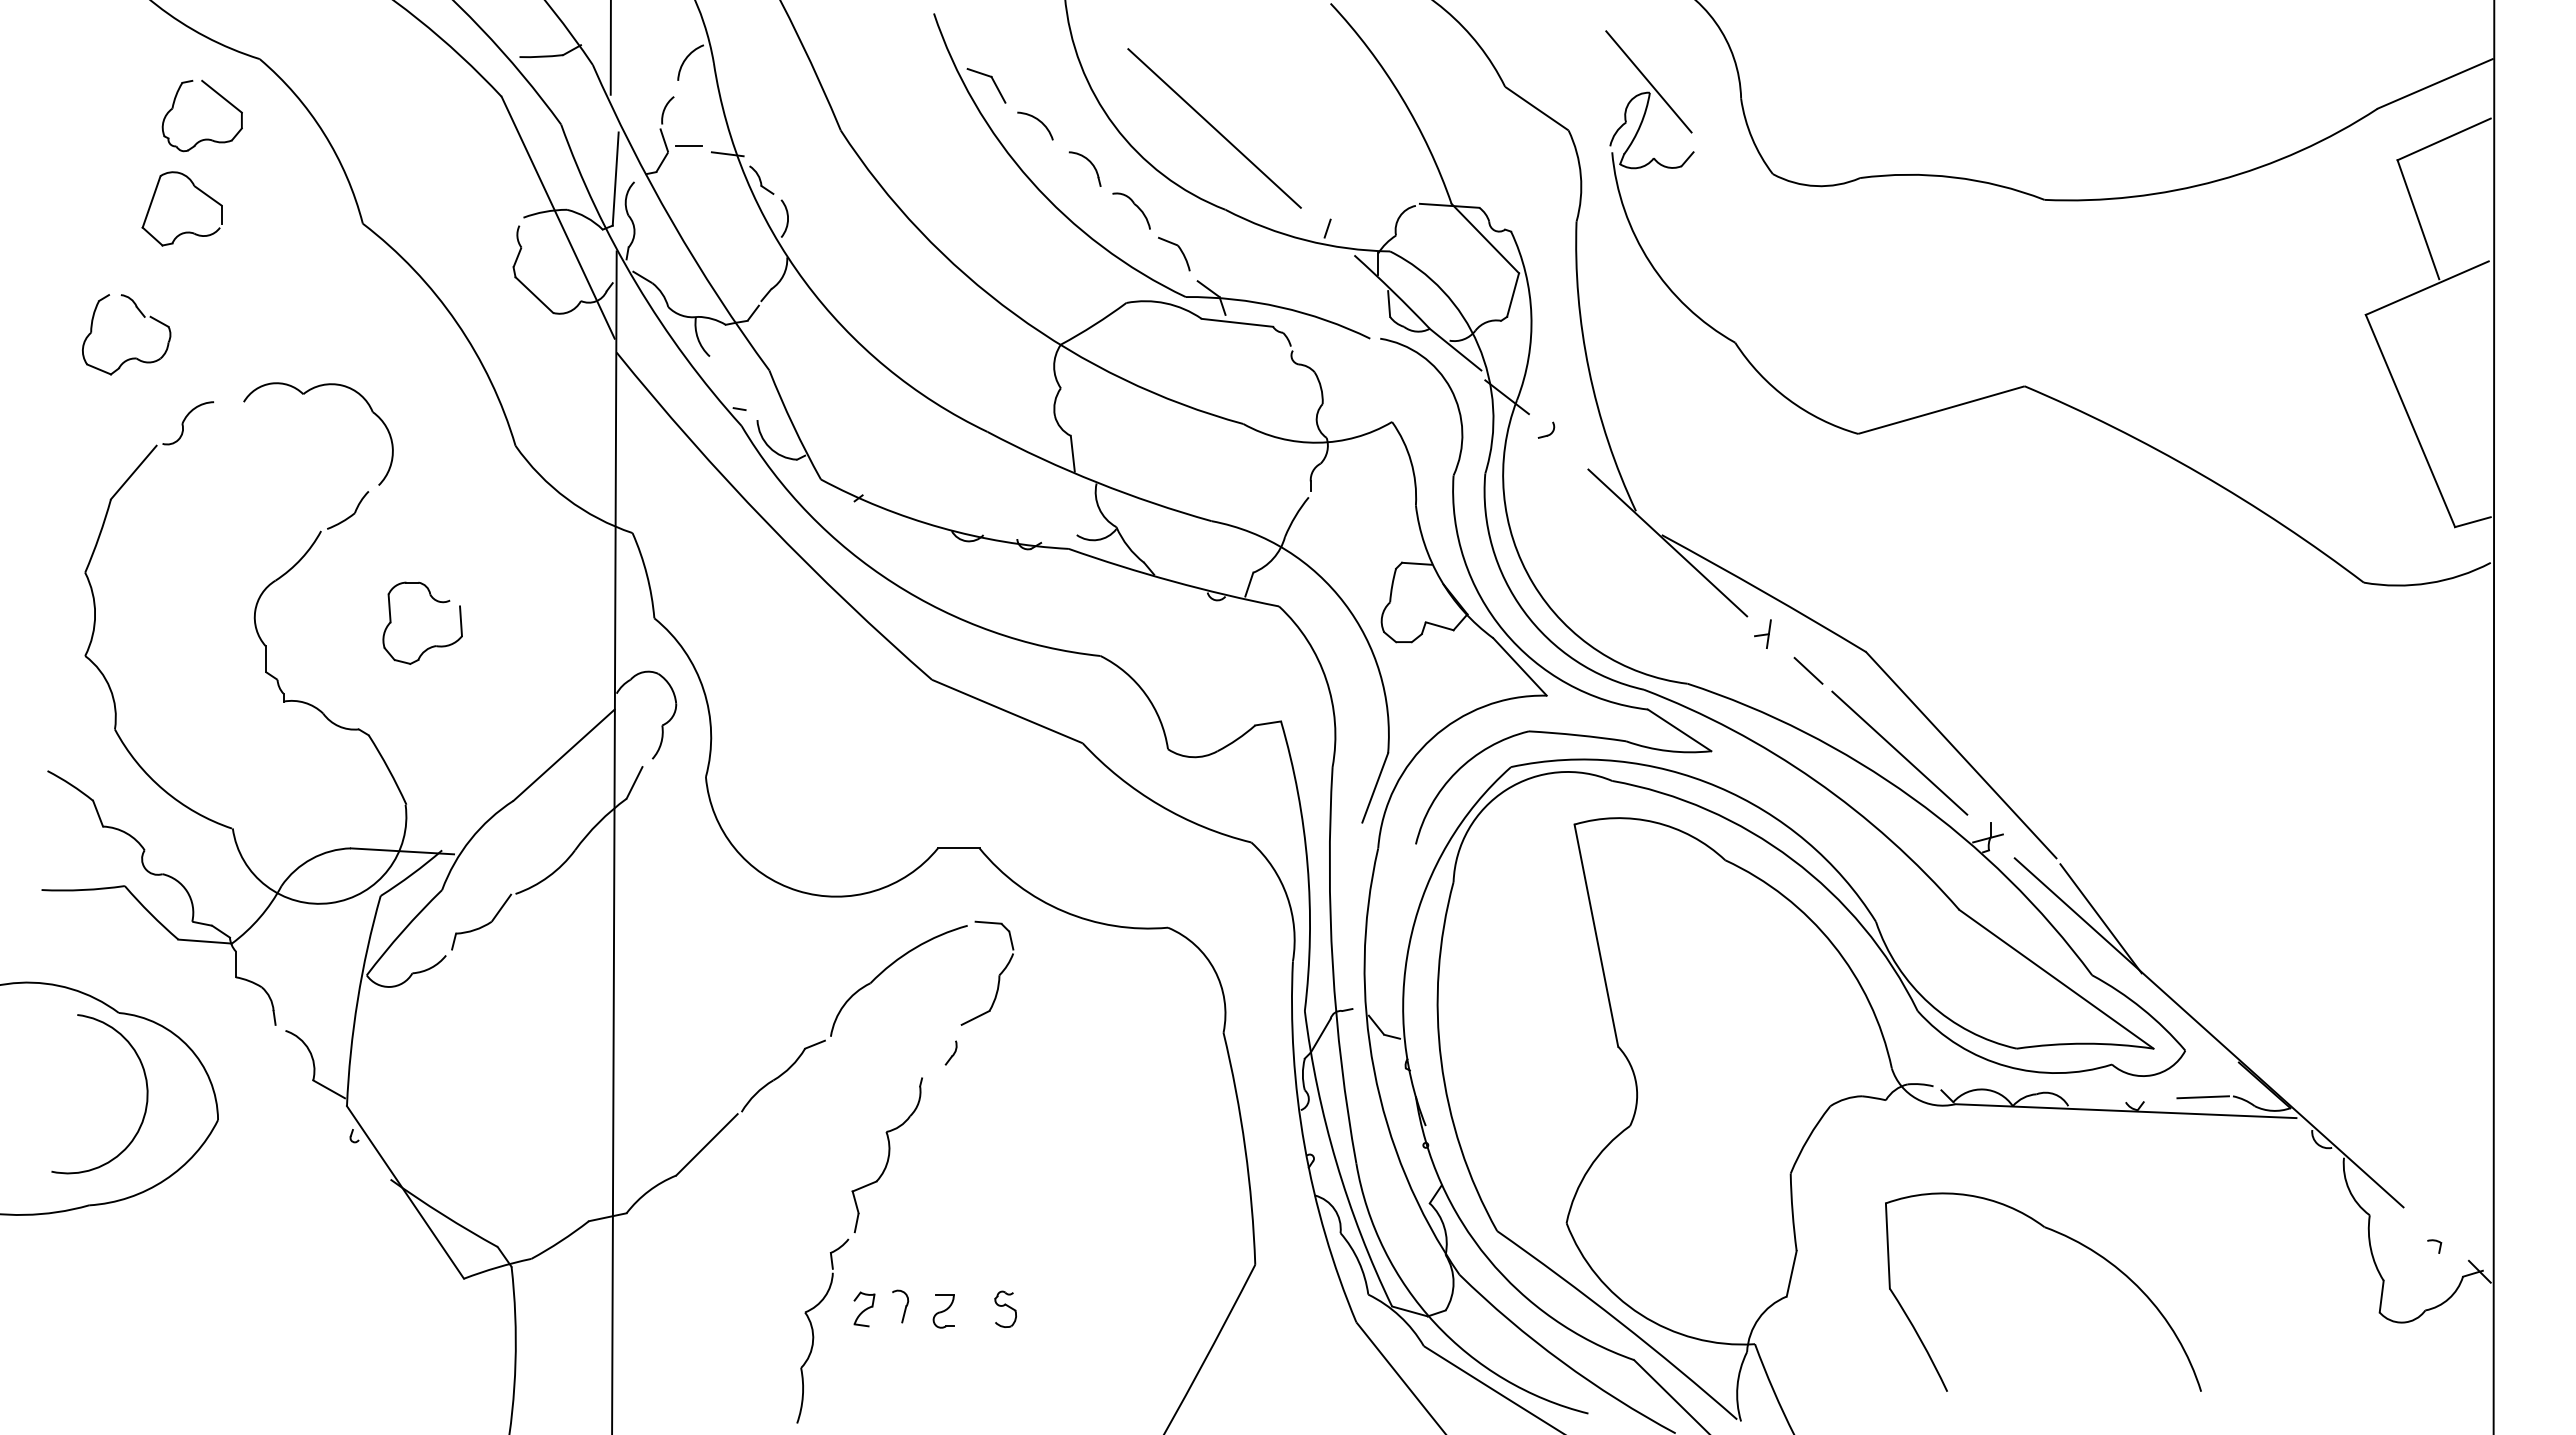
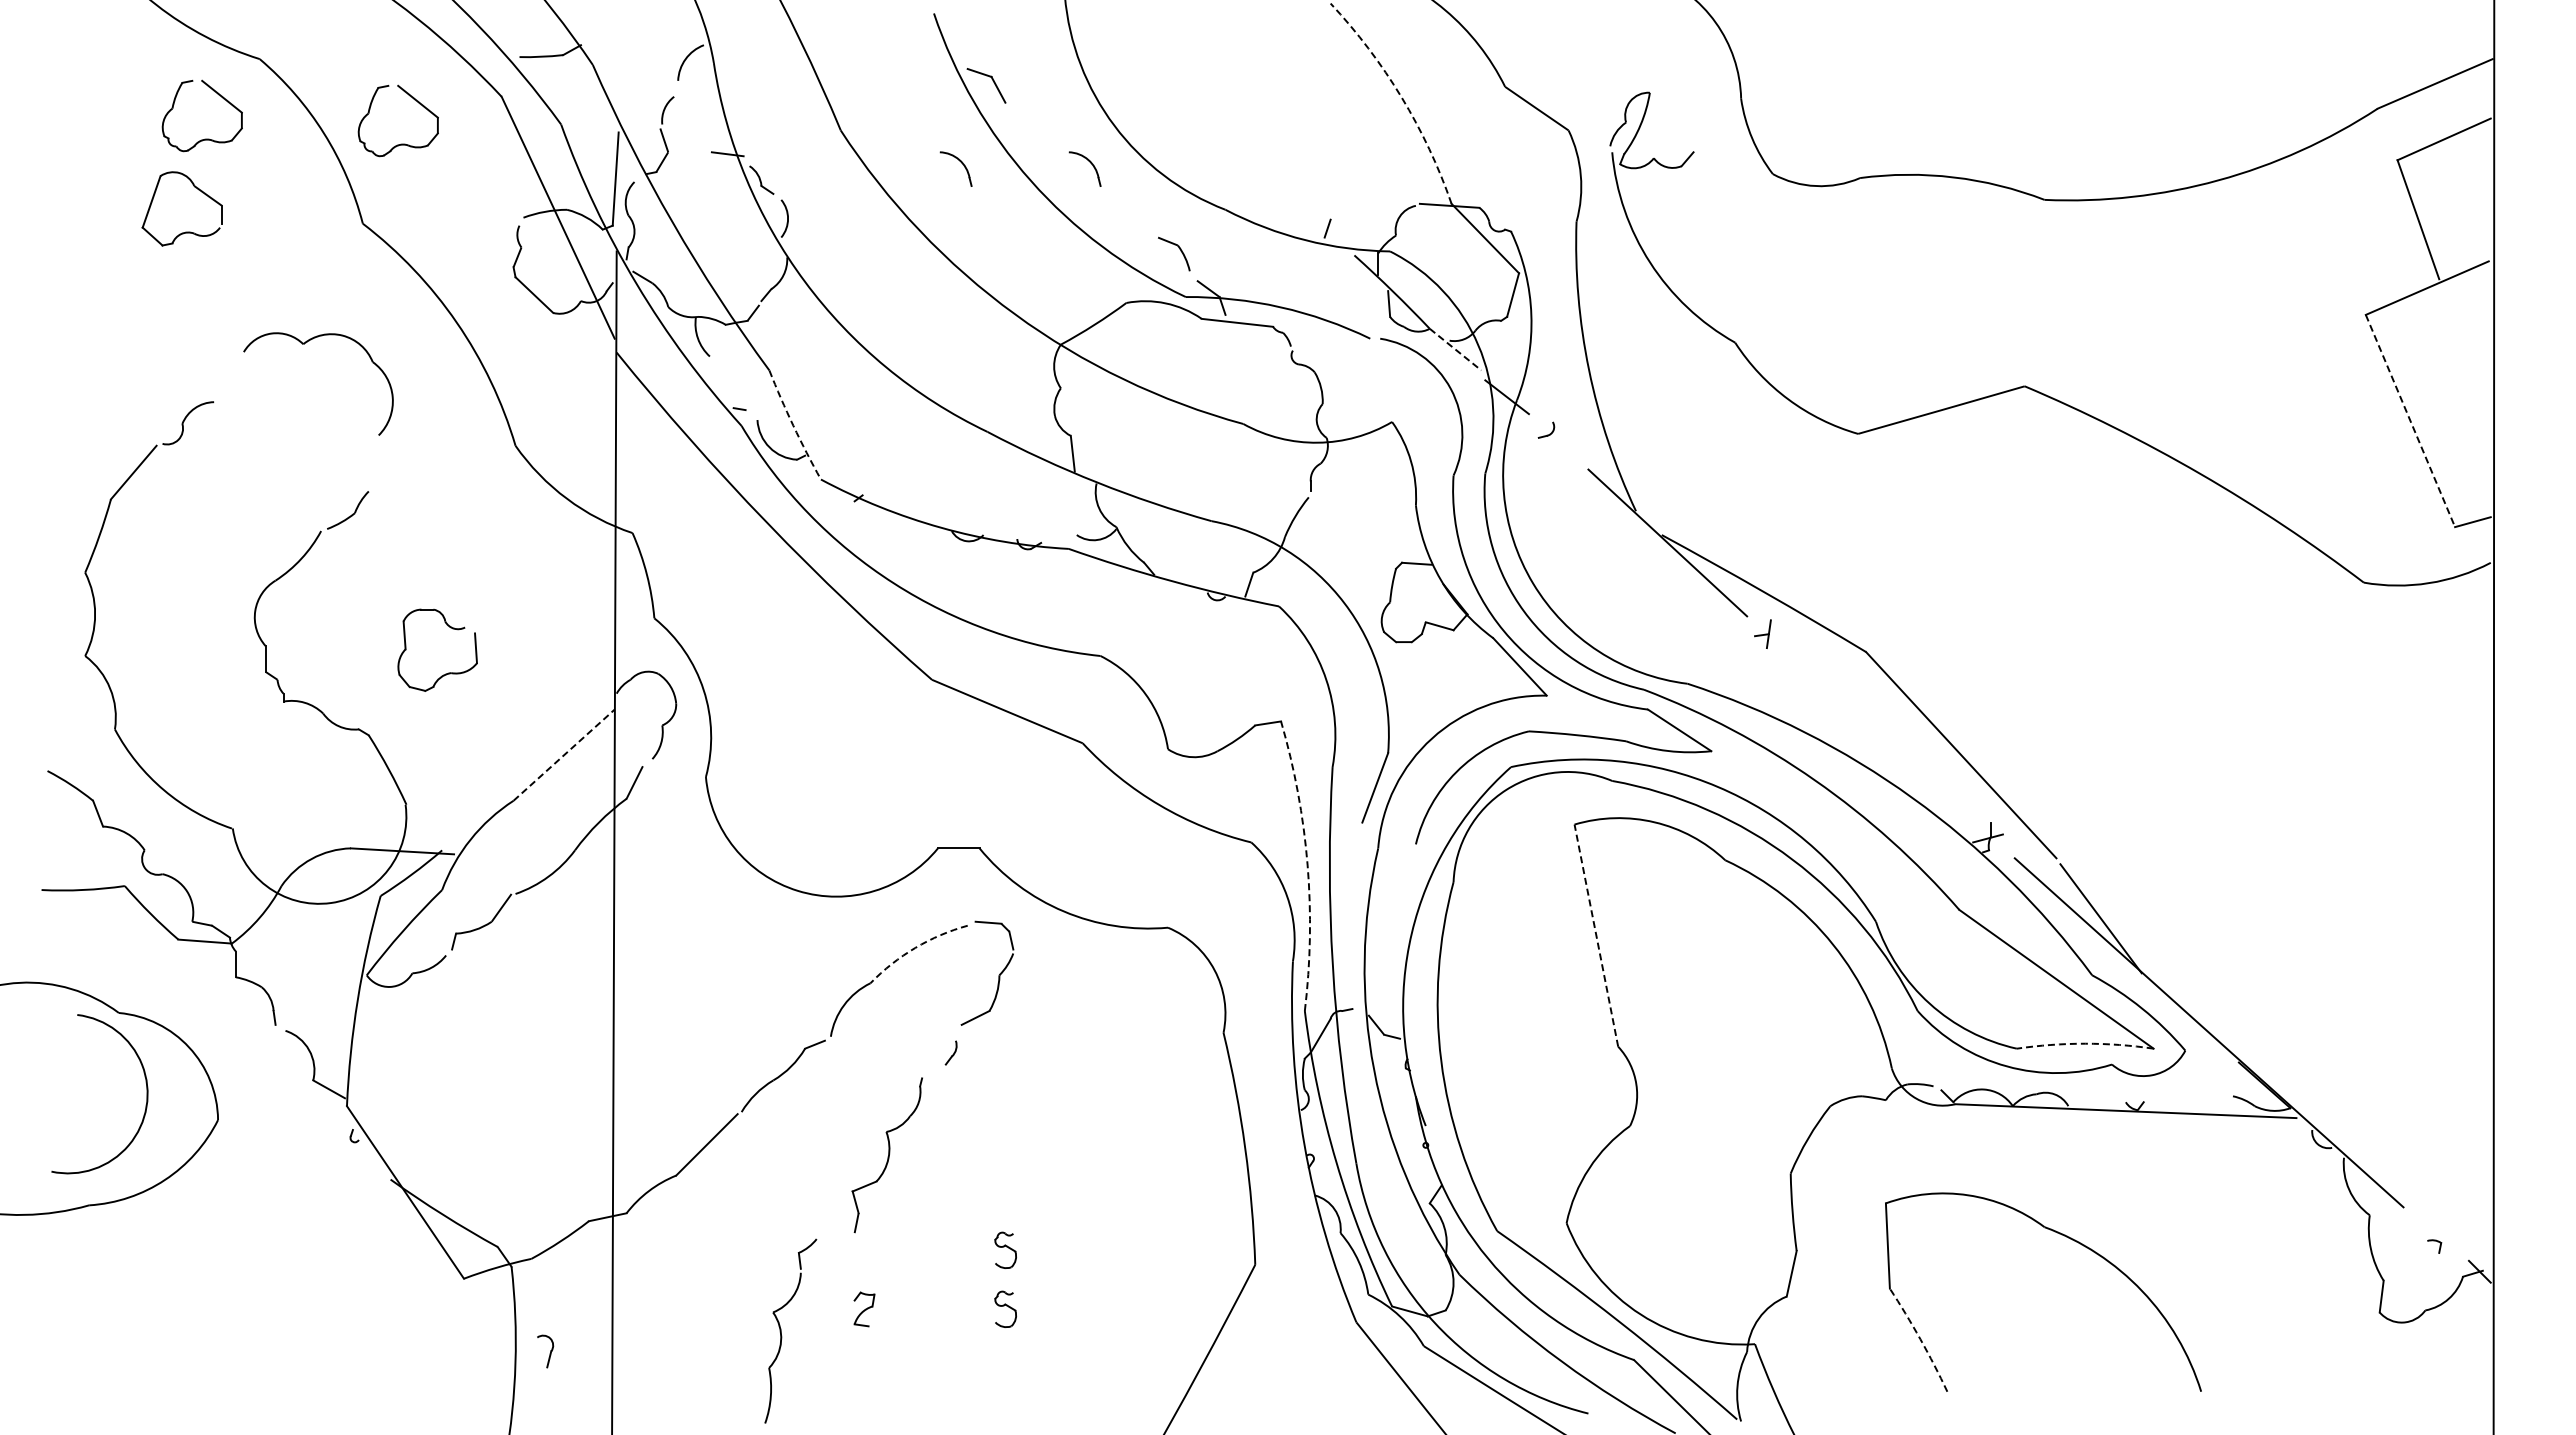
line at (610, 48): present -> none
line at (1648, 81): present -> none
arc at (1401, 97): solid -> dashed
arc at (1038, 121): present -> none
line at (1214, 128): present -> none
part at (400, 143): none -> present
line at (688, 146): present -> none
part at (960, 162): none -> present
part at (1131, 210): present -> none
line at (1455, 349): solid -> dashed
part at (132, 357): present -> none
part at (304, 394) position: (304, 394) -> (304, 344)
line at (2410, 421): solid -> dashed
arc at (793, 425): solid -> dashed
part at (435, 601) position: (435, 601) -> (450, 628)
line at (1808, 670): present -> none
line at (1899, 752): present -> none
line at (564, 754): solid -> dashed
arc at (1307, 865): solid -> dashed
line at (1596, 935): solid -> dashed
arc at (915, 947): solid -> dashed
arc at (2085, 1043): solid -> dashed
line at (2203, 1097): present -> none
part at (1005, 1249): none -> present
part at (900, 1306) position: (900, 1306) -> (545, 1351)
part at (943, 1311): present -> none
part at (813, 1330) position: (813, 1330) -> (781, 1330)
arc at (1920, 1339): solid -> dashed
